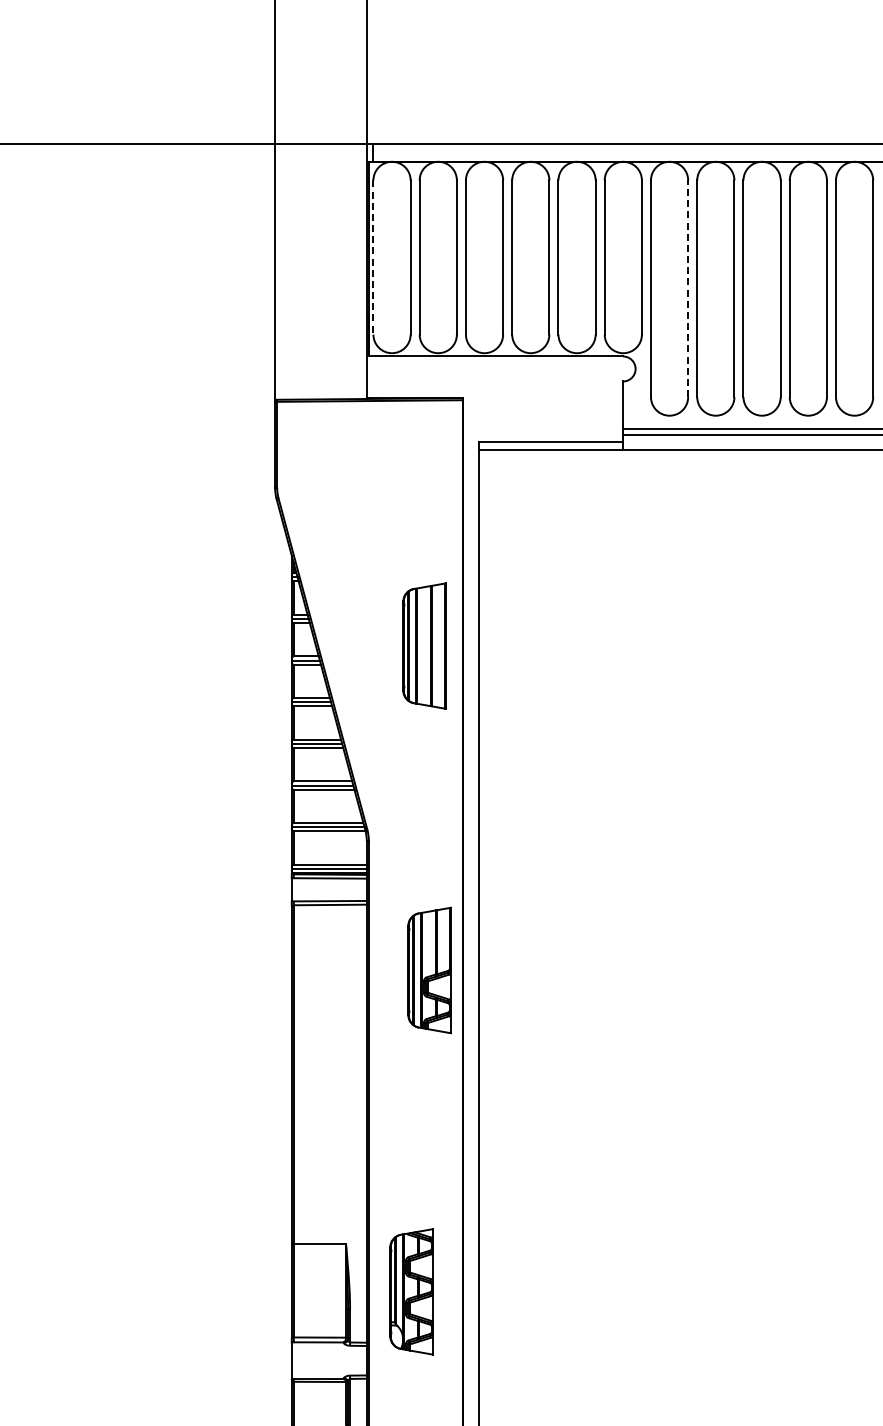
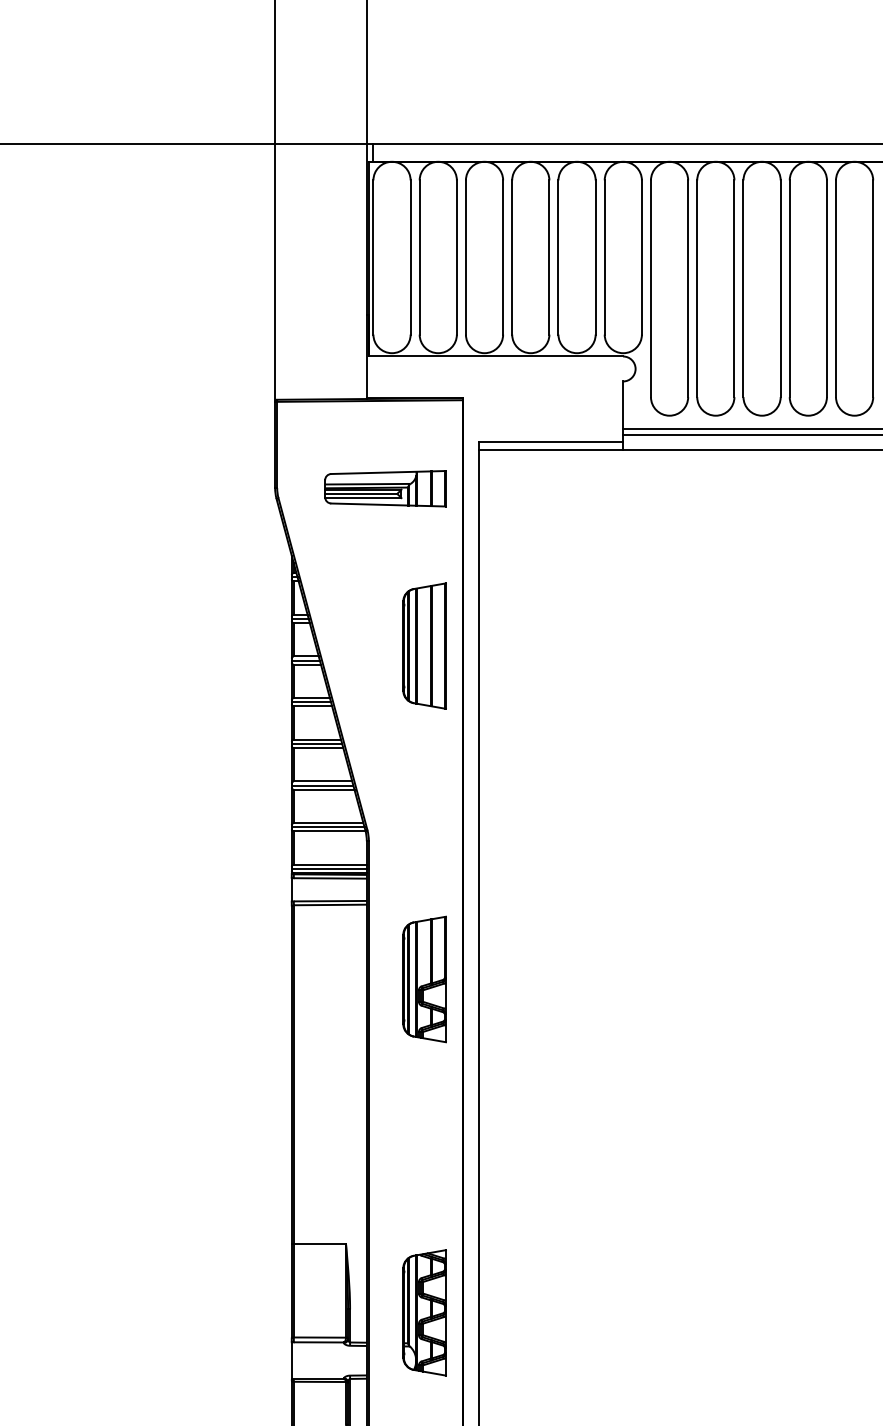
line at (373, 258): dashed -> solid
line at (688, 288): dashed -> solid
part at (385, 488): none -> present
part at (429, 970) position: (429, 970) -> (424, 979)
part at (411, 1291) position: (411, 1291) -> (424, 1312)
